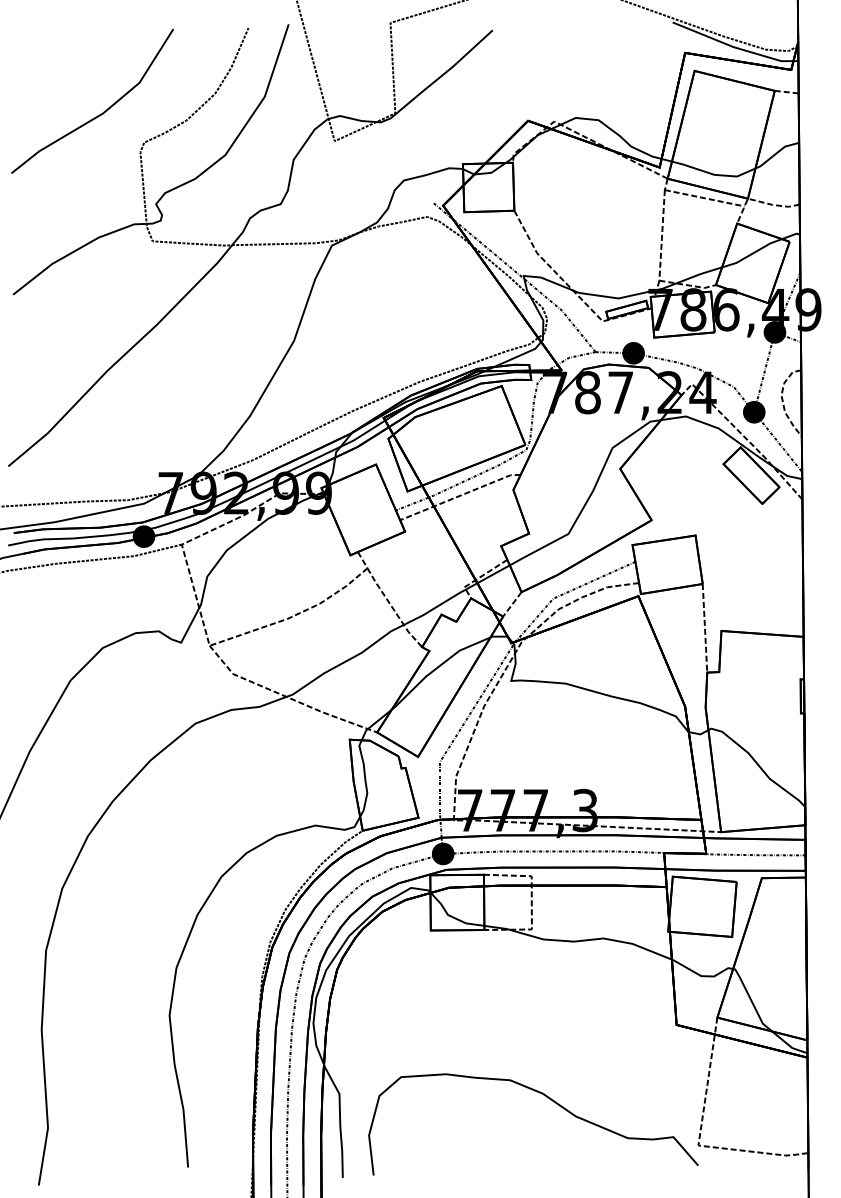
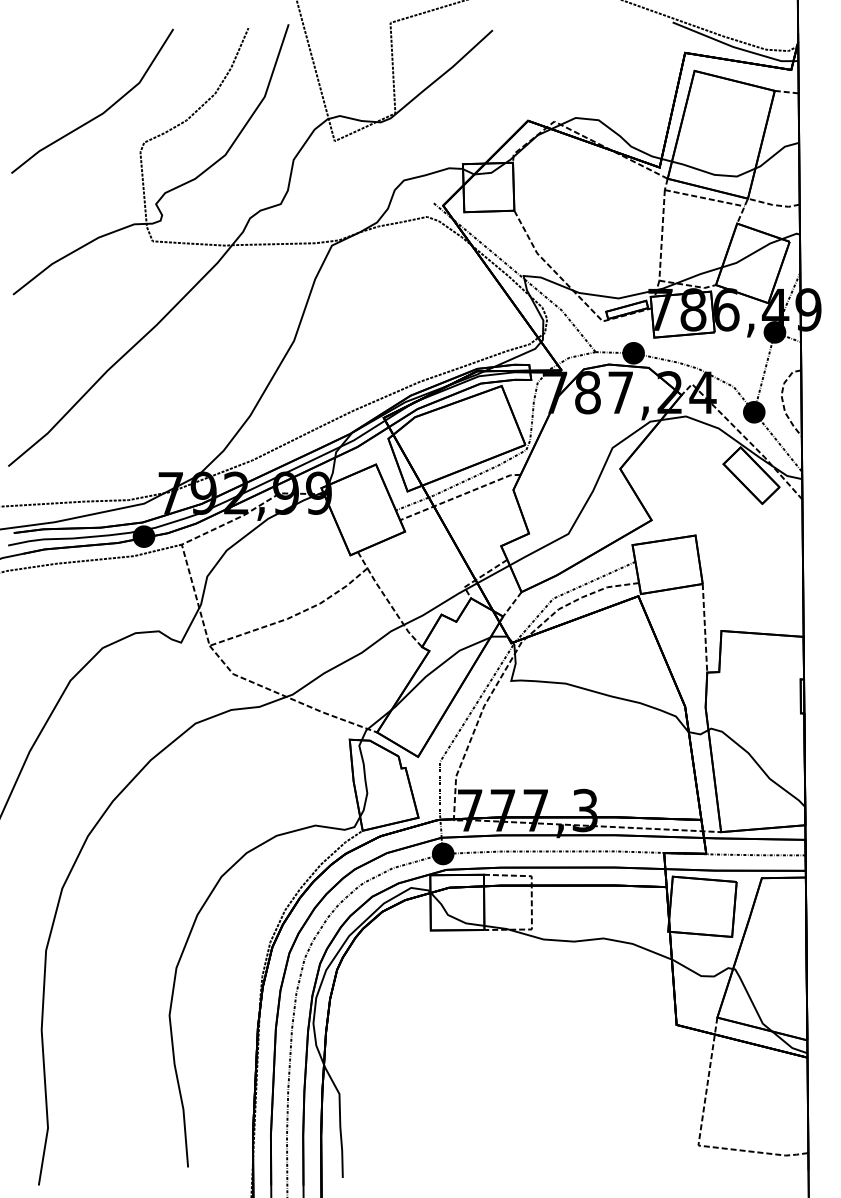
part at (550, 1100): present -> none
